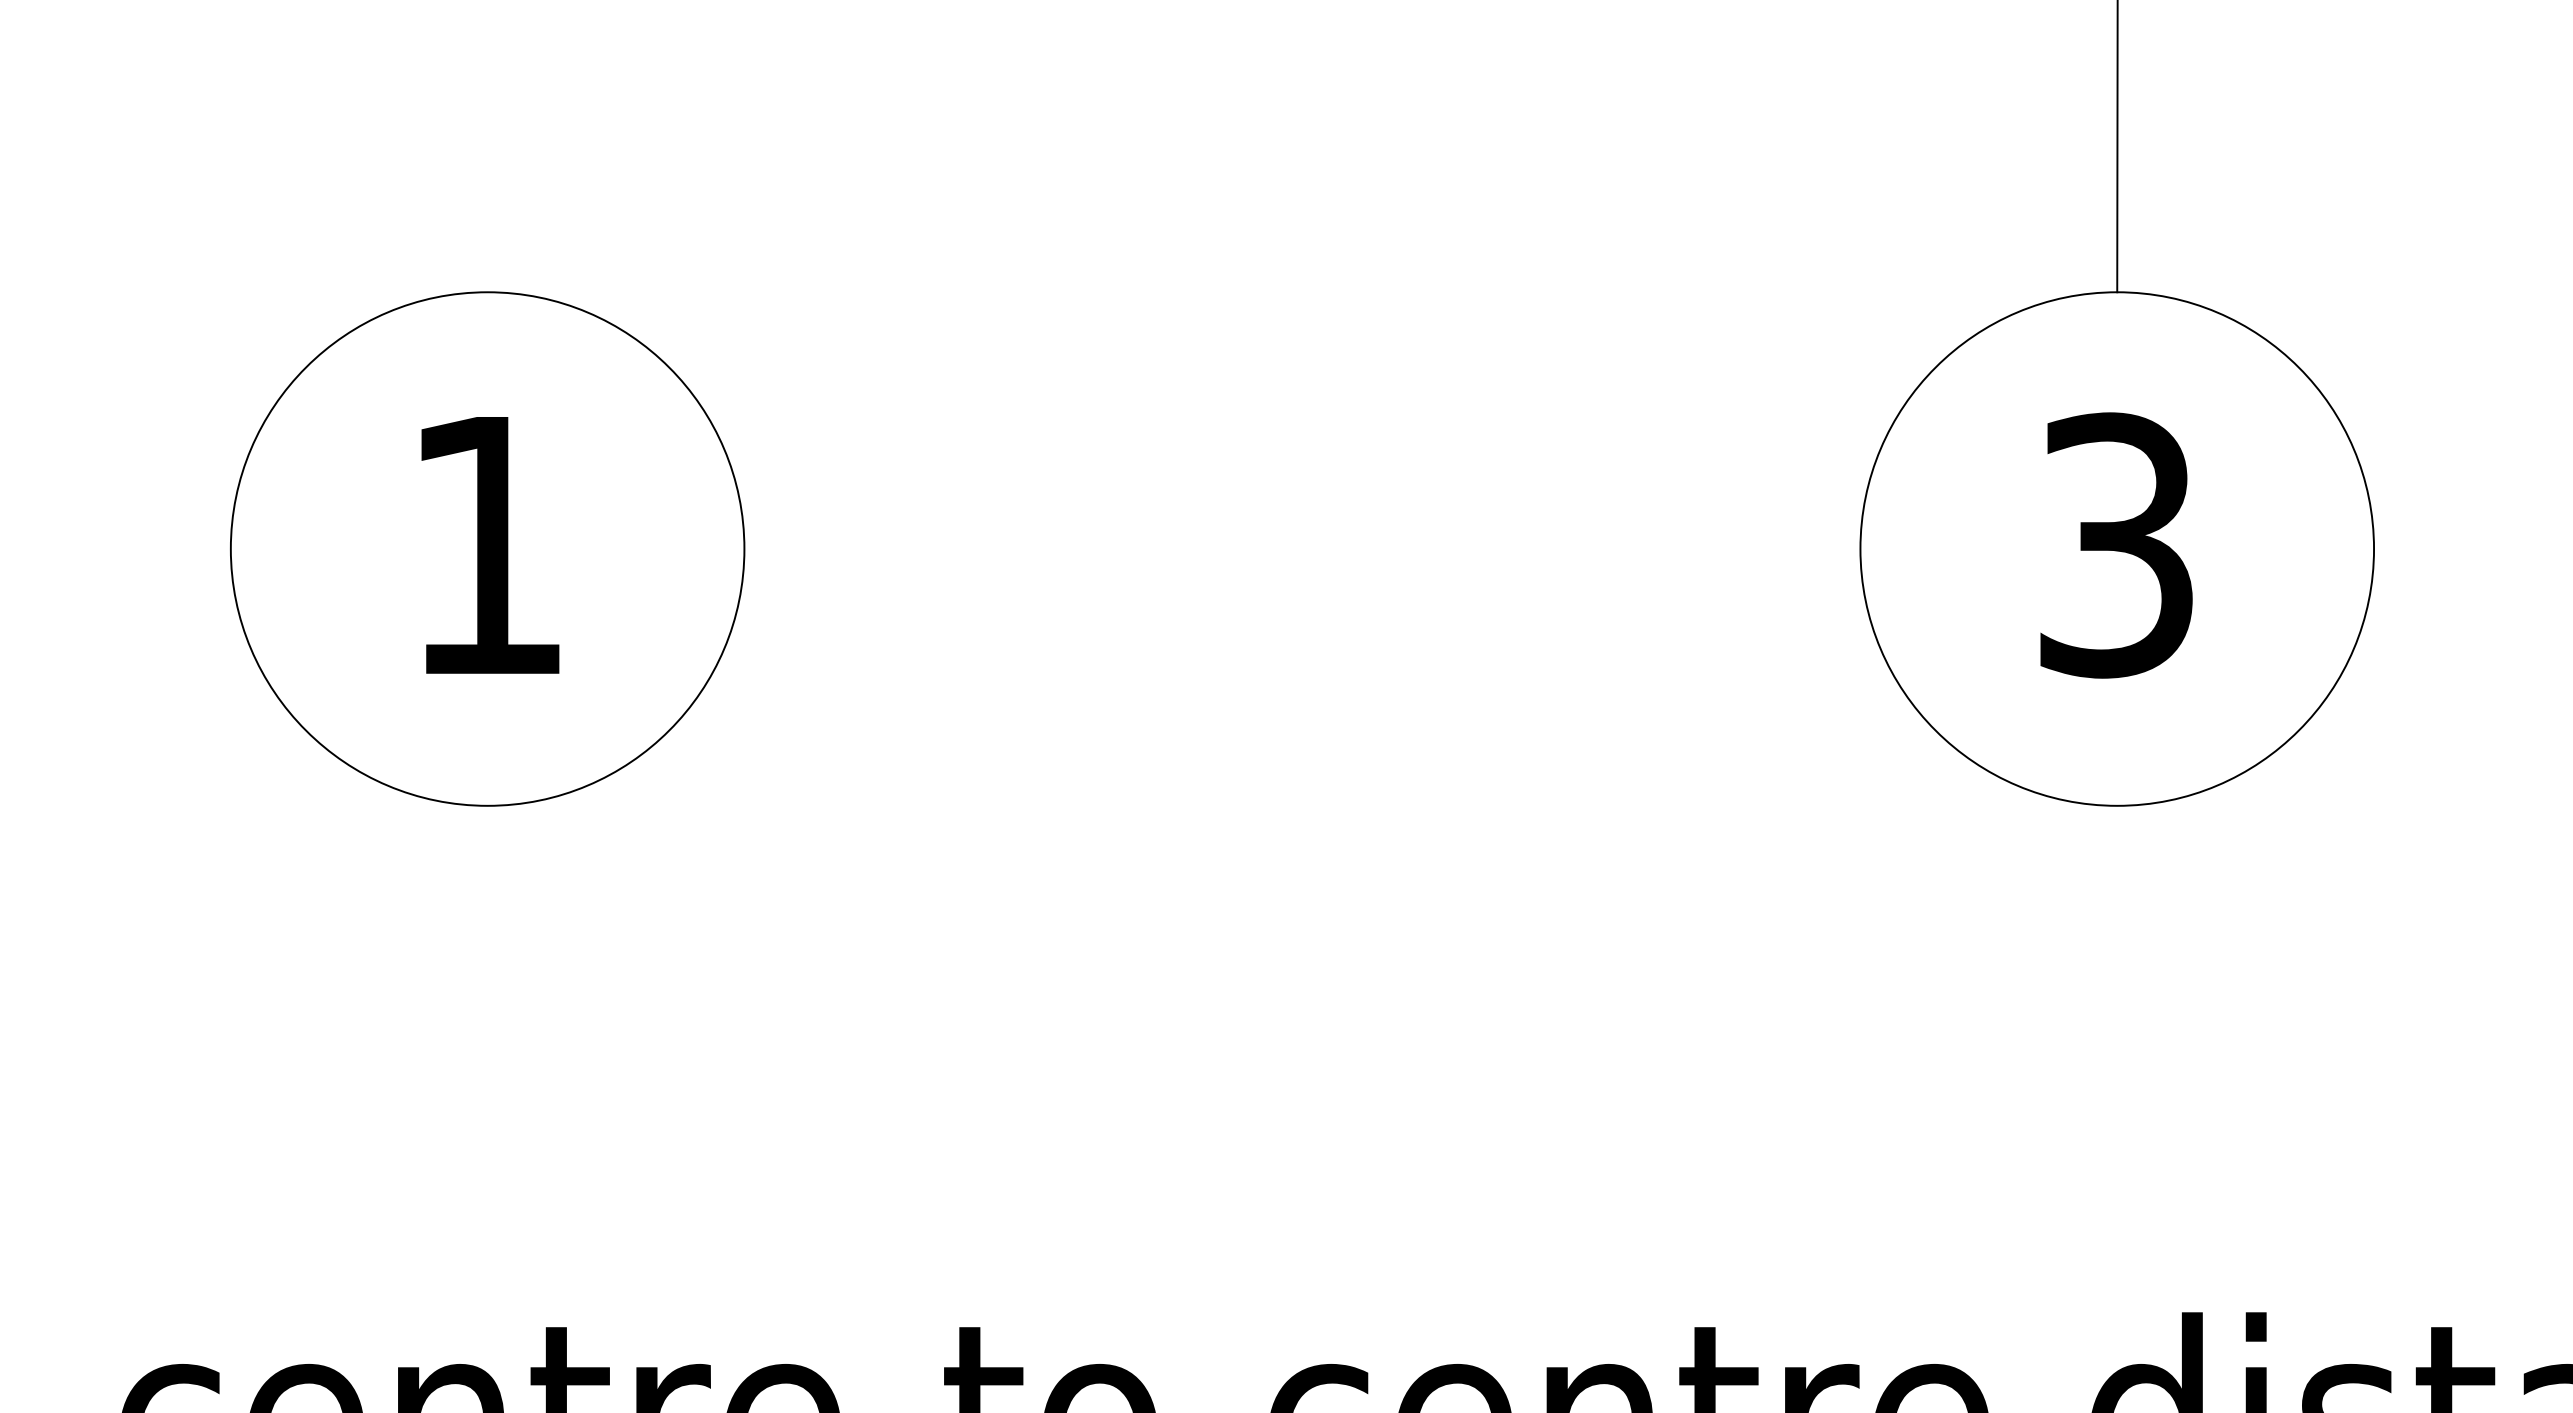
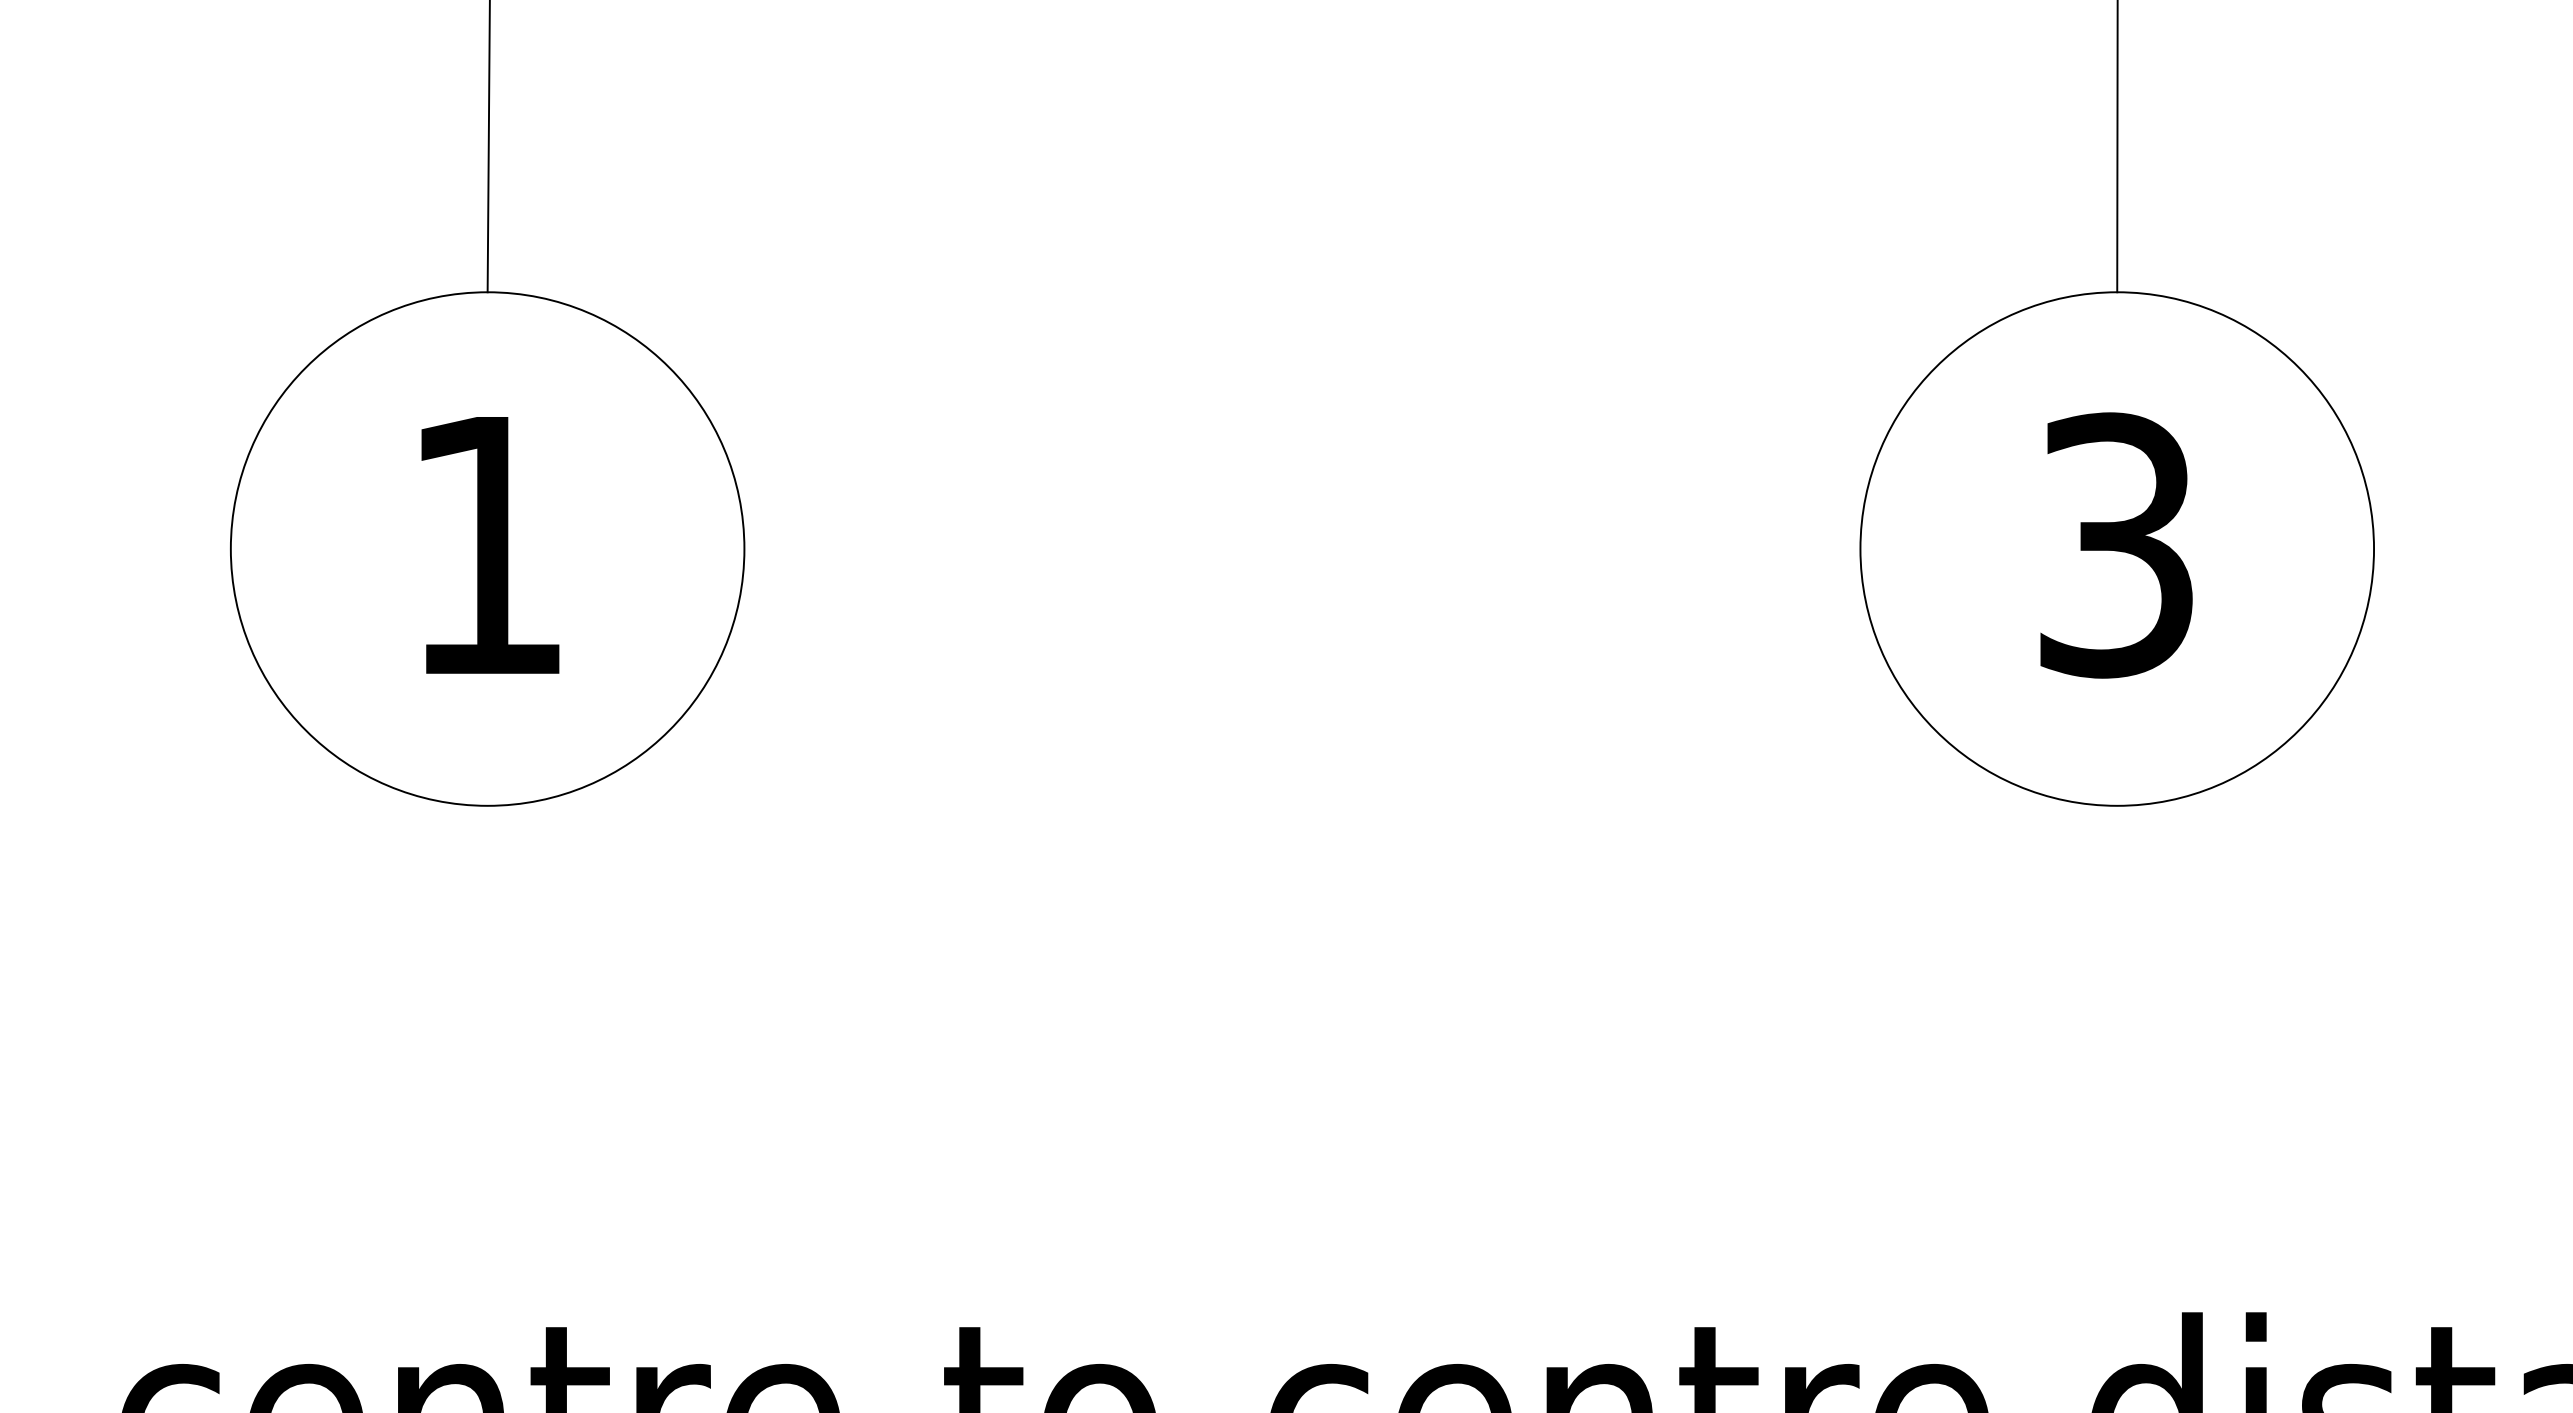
line at (488, 147): none -> present
